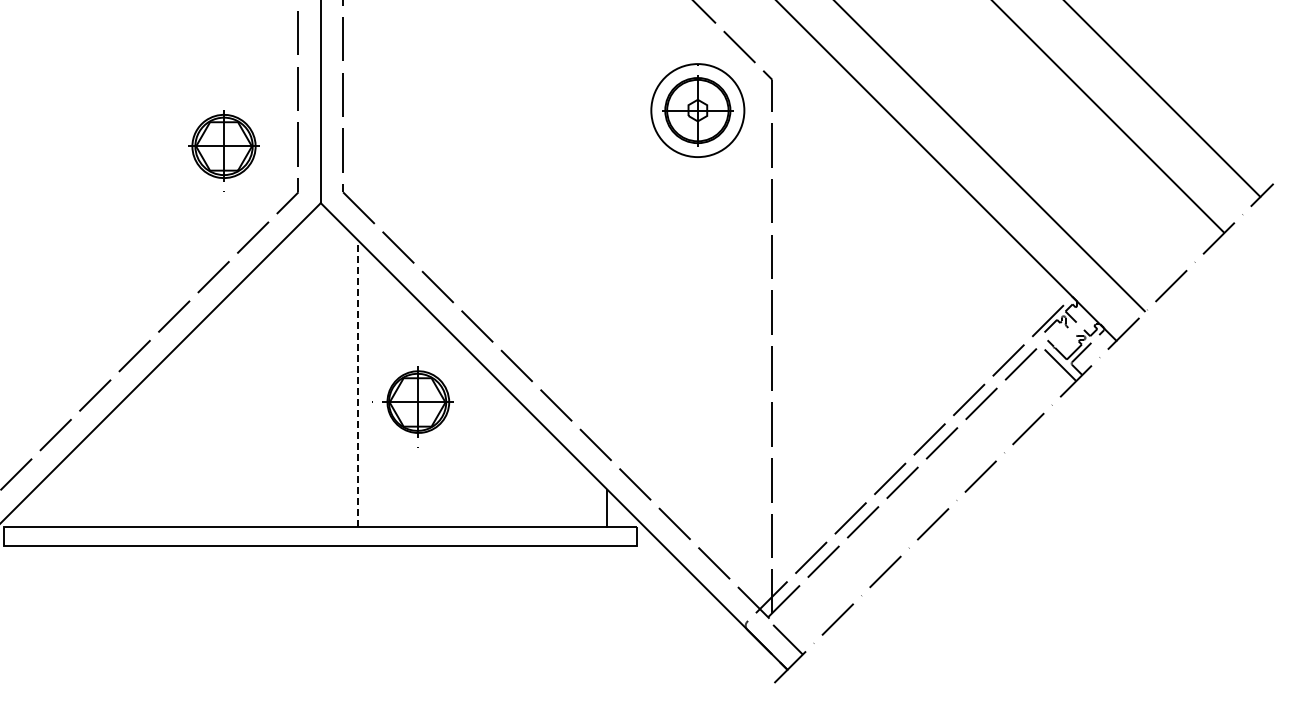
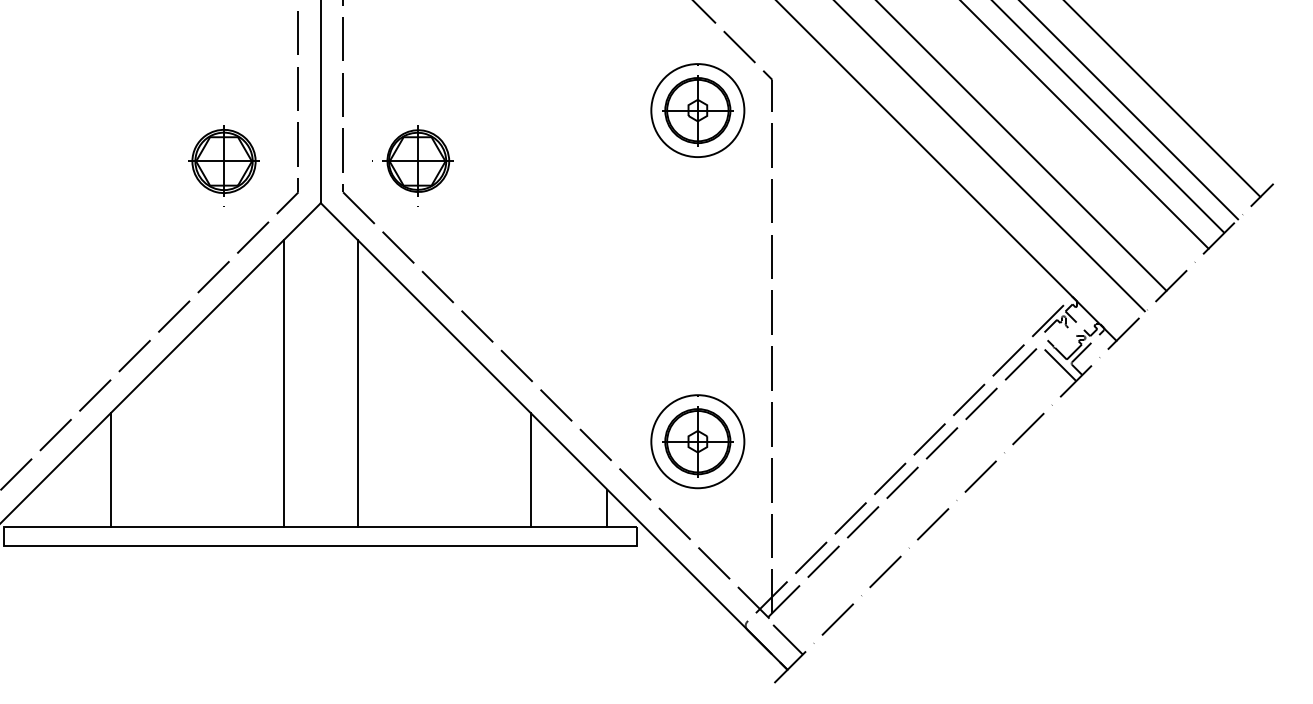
line at (1129, 110): none -> present
line at (1085, 125): none -> present
line at (1021, 146): none -> present
part at (223, 150) position: (223, 150) -> (223, 165)
line at (283, 383): none -> present
line at (358, 383): dashed -> solid
part at (412, 406) position: (412, 406) -> (412, 165)
part at (697, 441): none -> present
line at (110, 470): none -> present
line at (531, 470): none -> present
